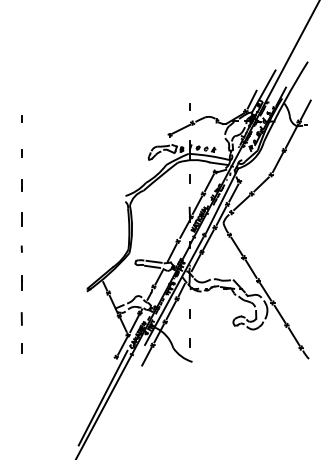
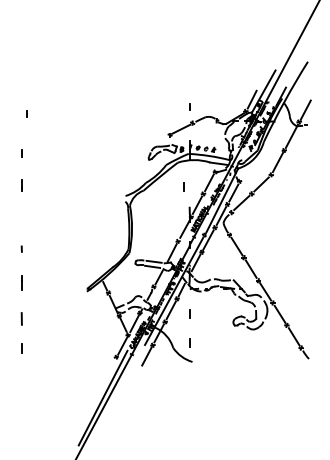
part at (21, 118) position: (21, 118) -> (26, 113)
part at (189, 178) position: (189, 178) -> (183, 186)
line at (21, 219): present -> none
